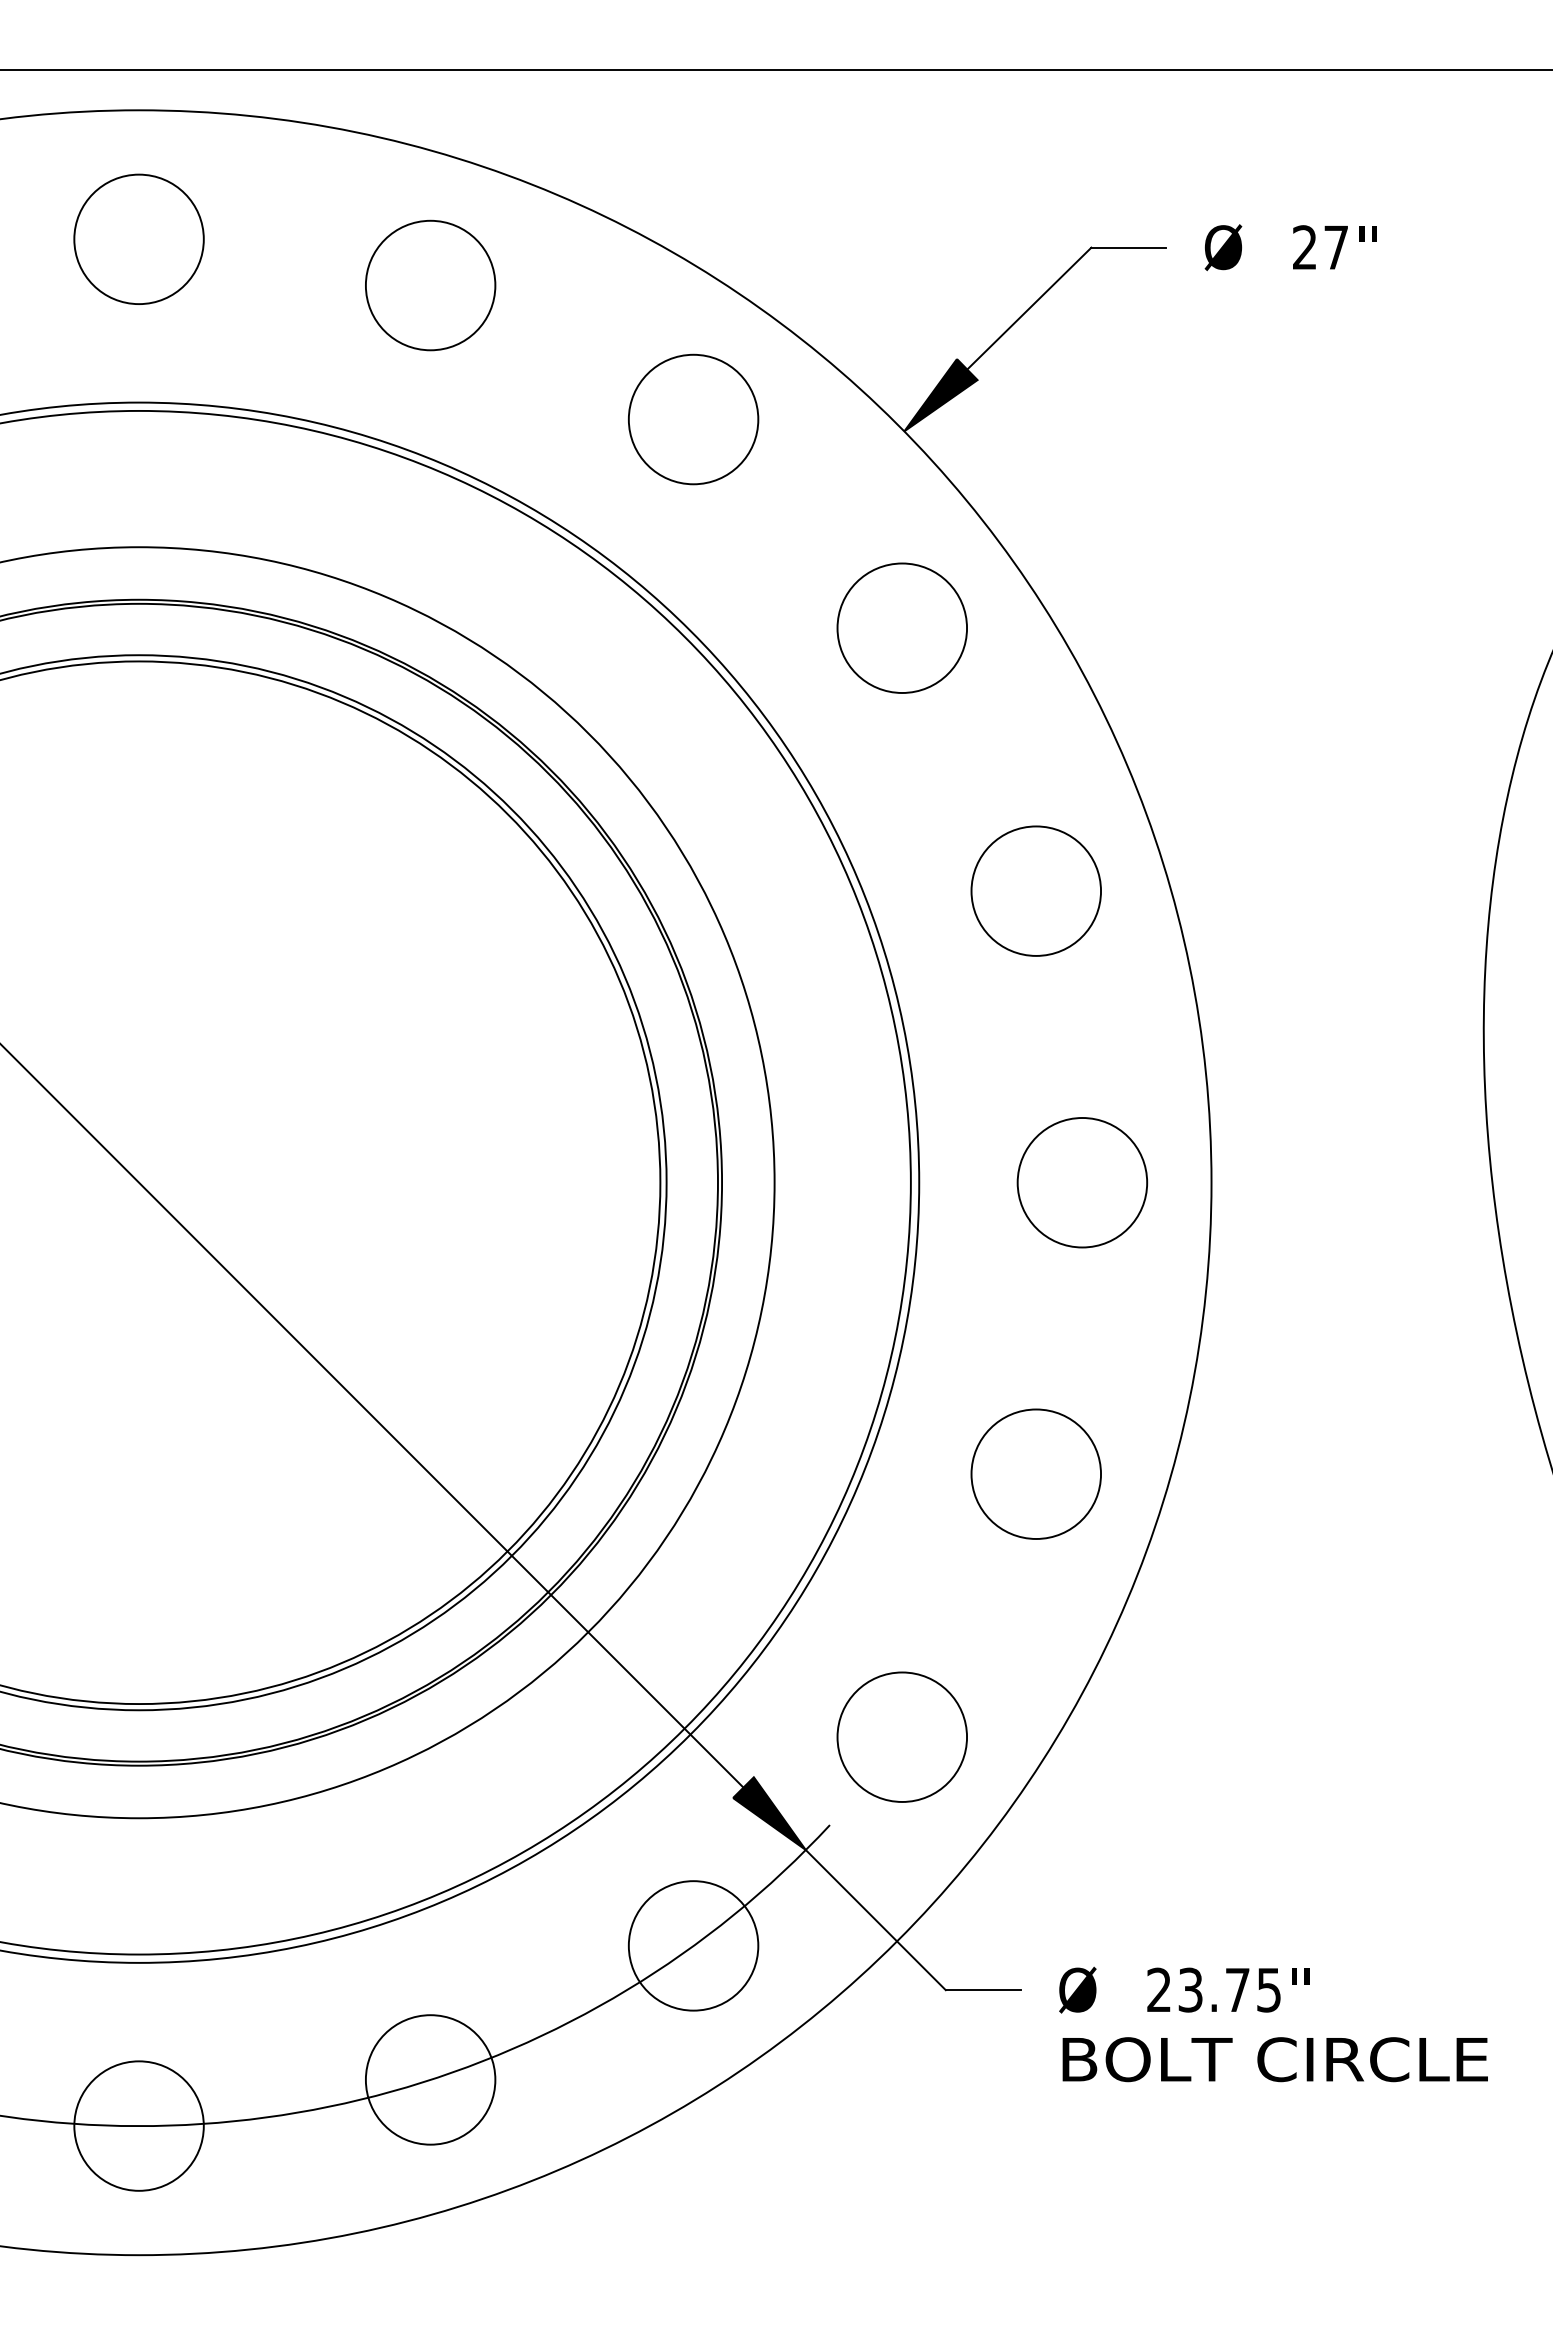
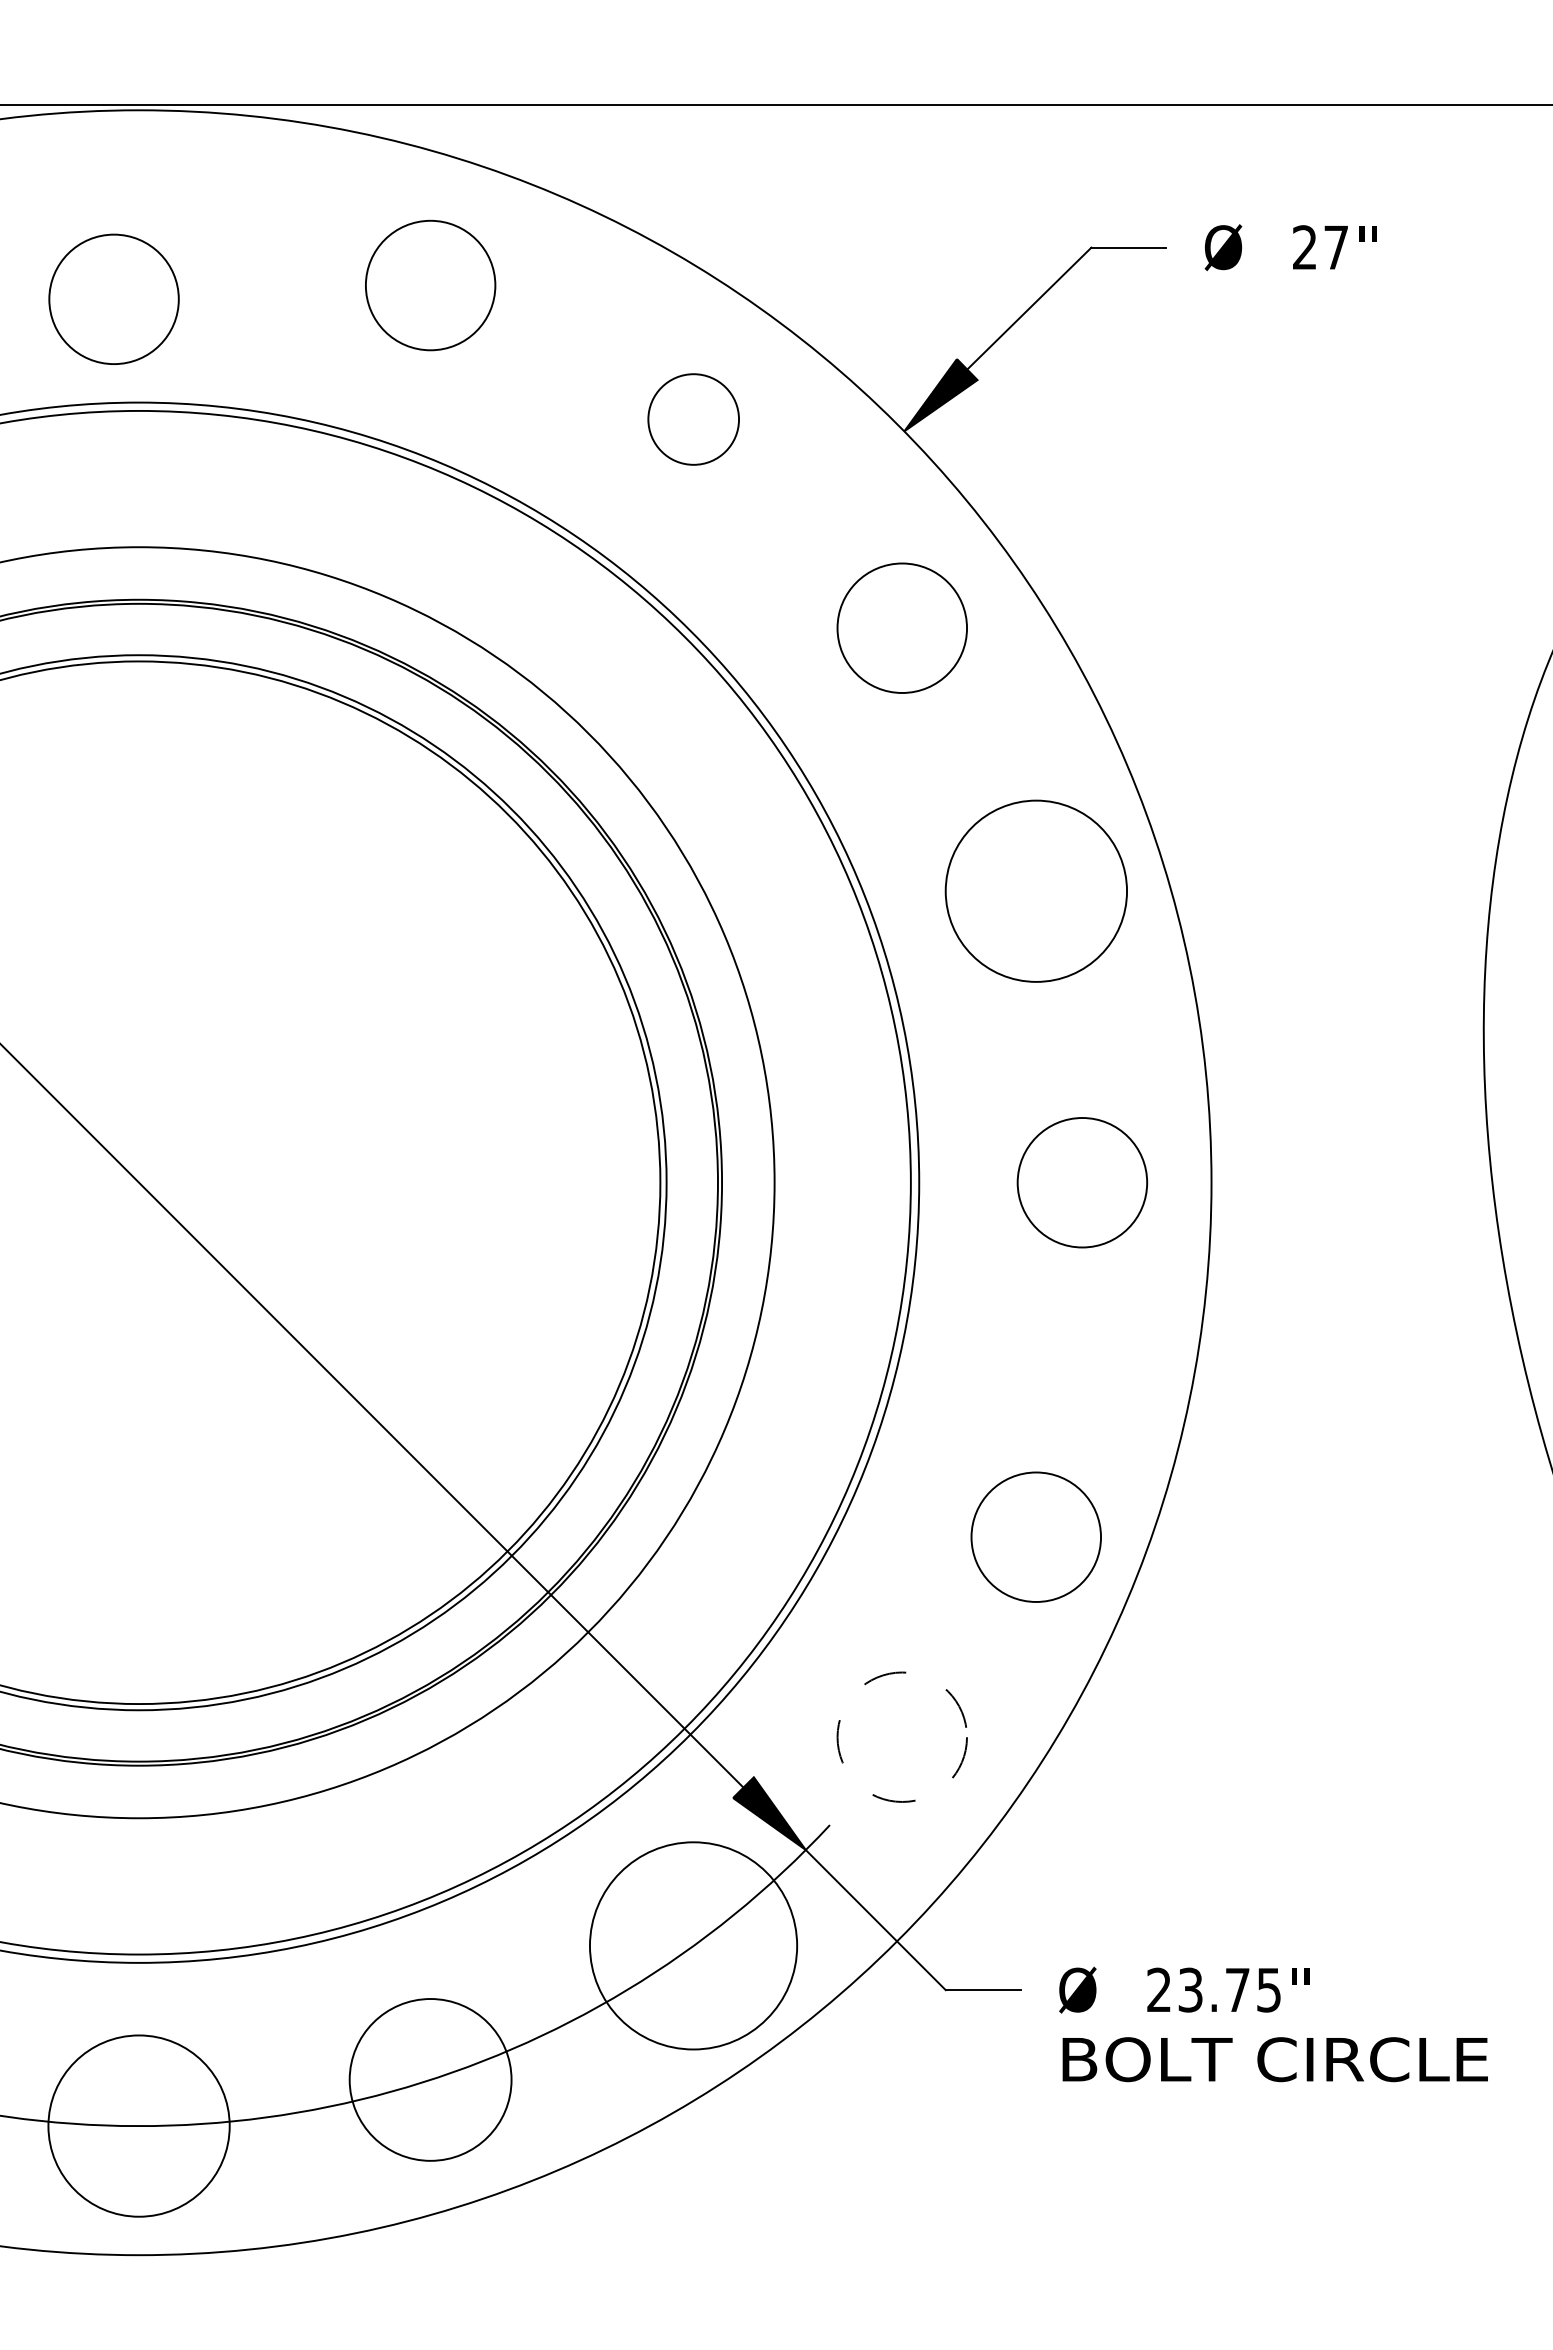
line at (775, 70) position: (775, 70) -> (775, 105)
circle at (138, 238) position: (138, 238) -> (113, 298)
circle at (693, 419) size: 132x133 px -> 93x93 px
circle at (1035, 890) size: 132x132 px -> 184x184 px
circle at (1035, 1473) position: (1035, 1473) -> (1035, 1536)
circle at (902, 1736): solid -> dashed
circle at (693, 1945) diameter: 129 px -> 207 px
circle at (430, 2079) diameter: 129 px -> 162 px
circle at (138, 2125) diameter: 129 px -> 181 px
